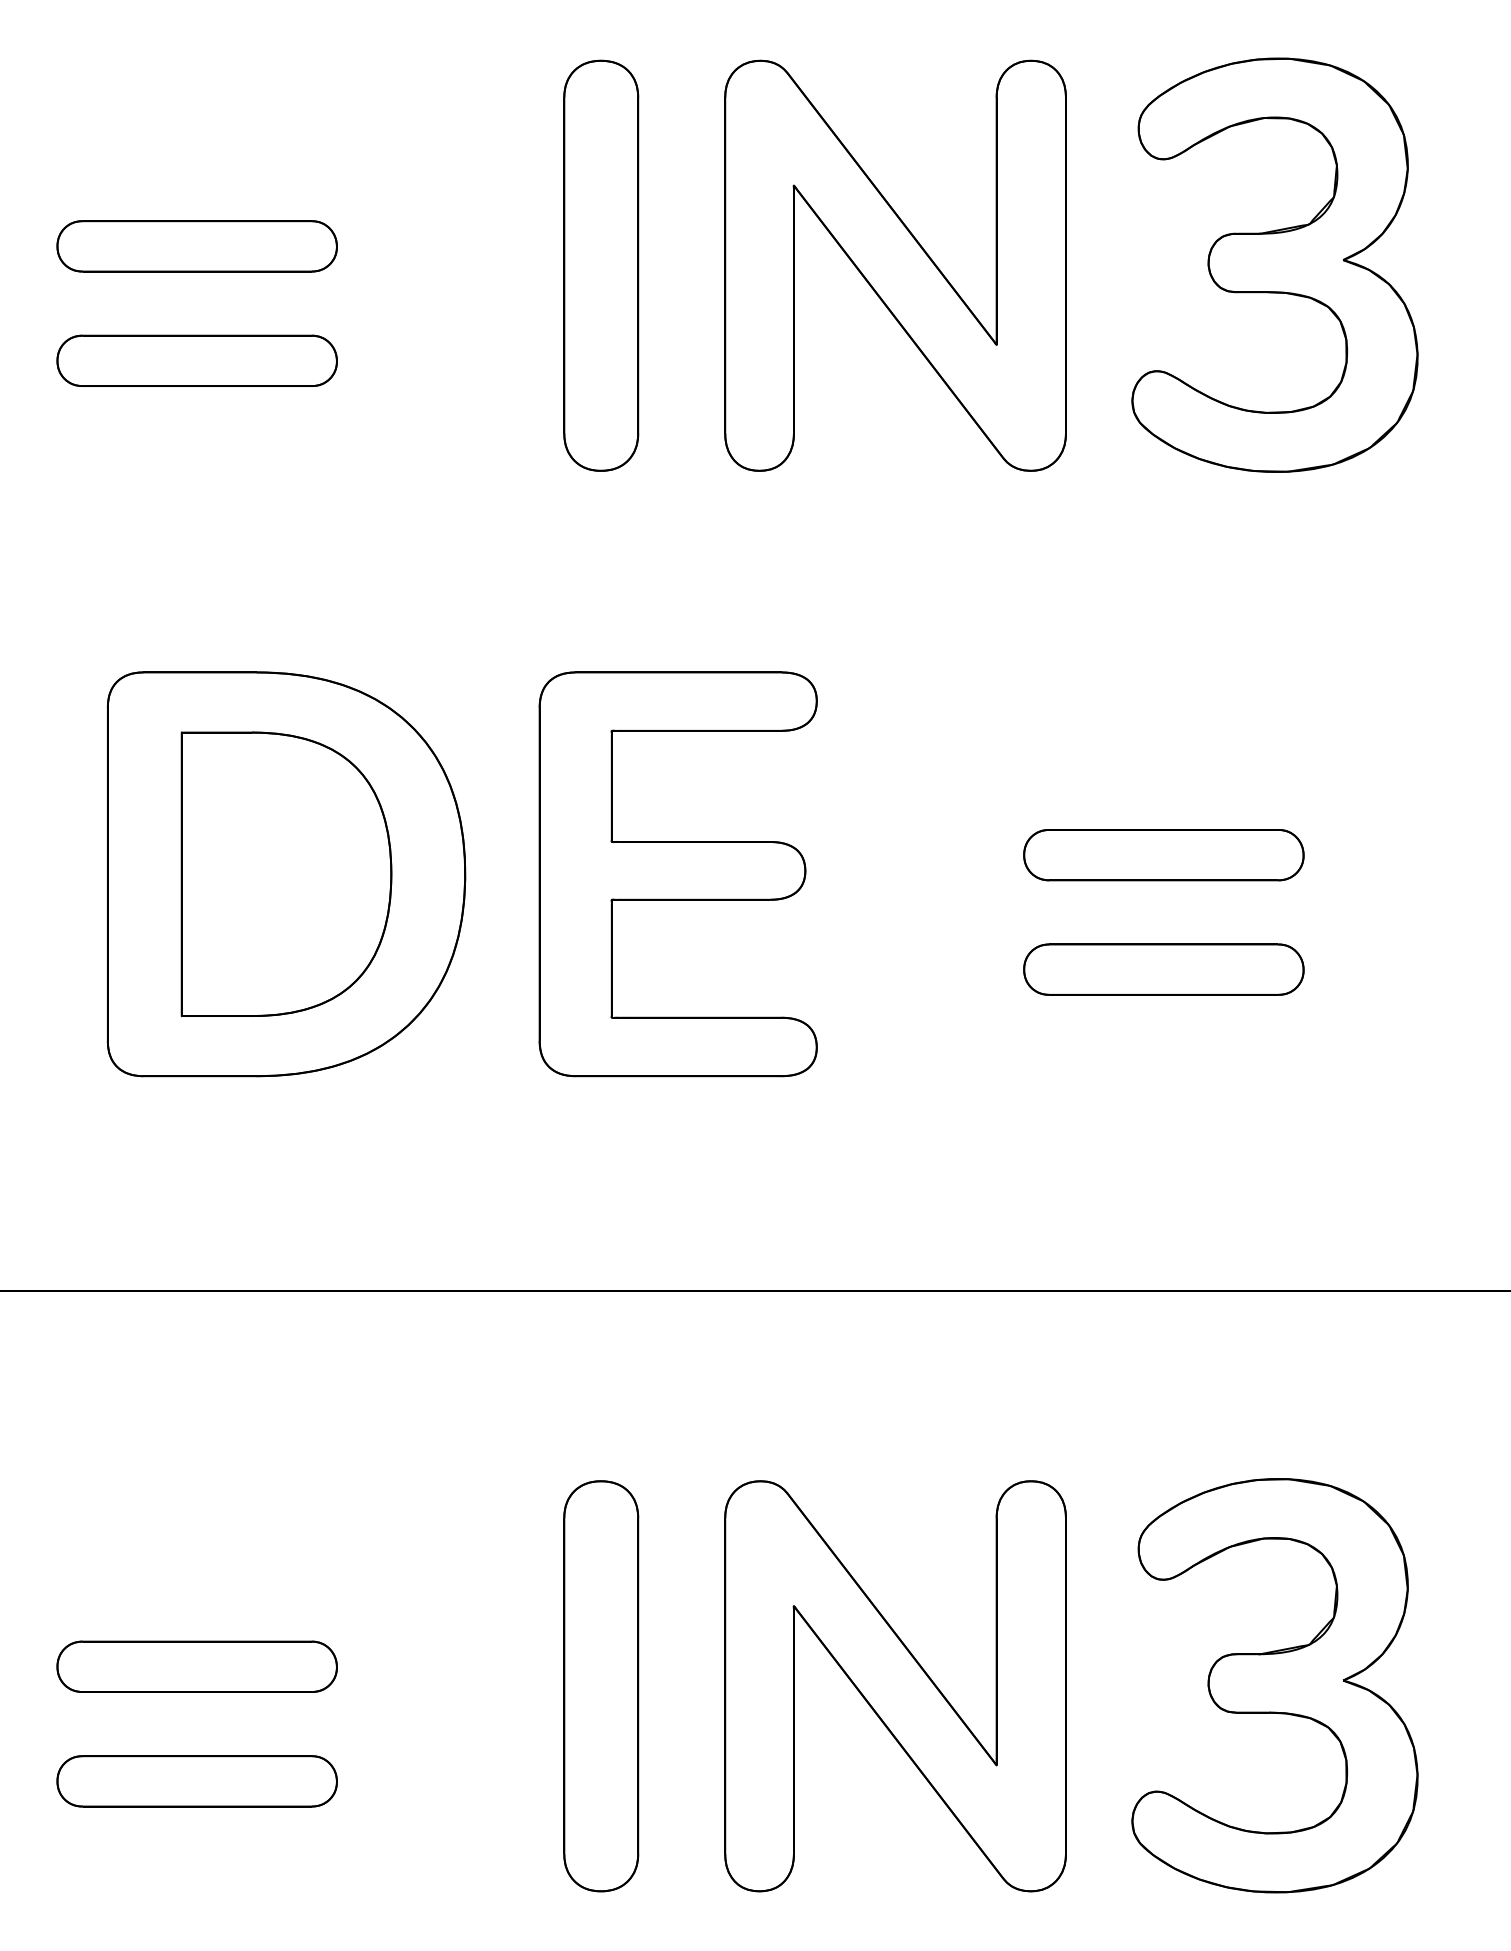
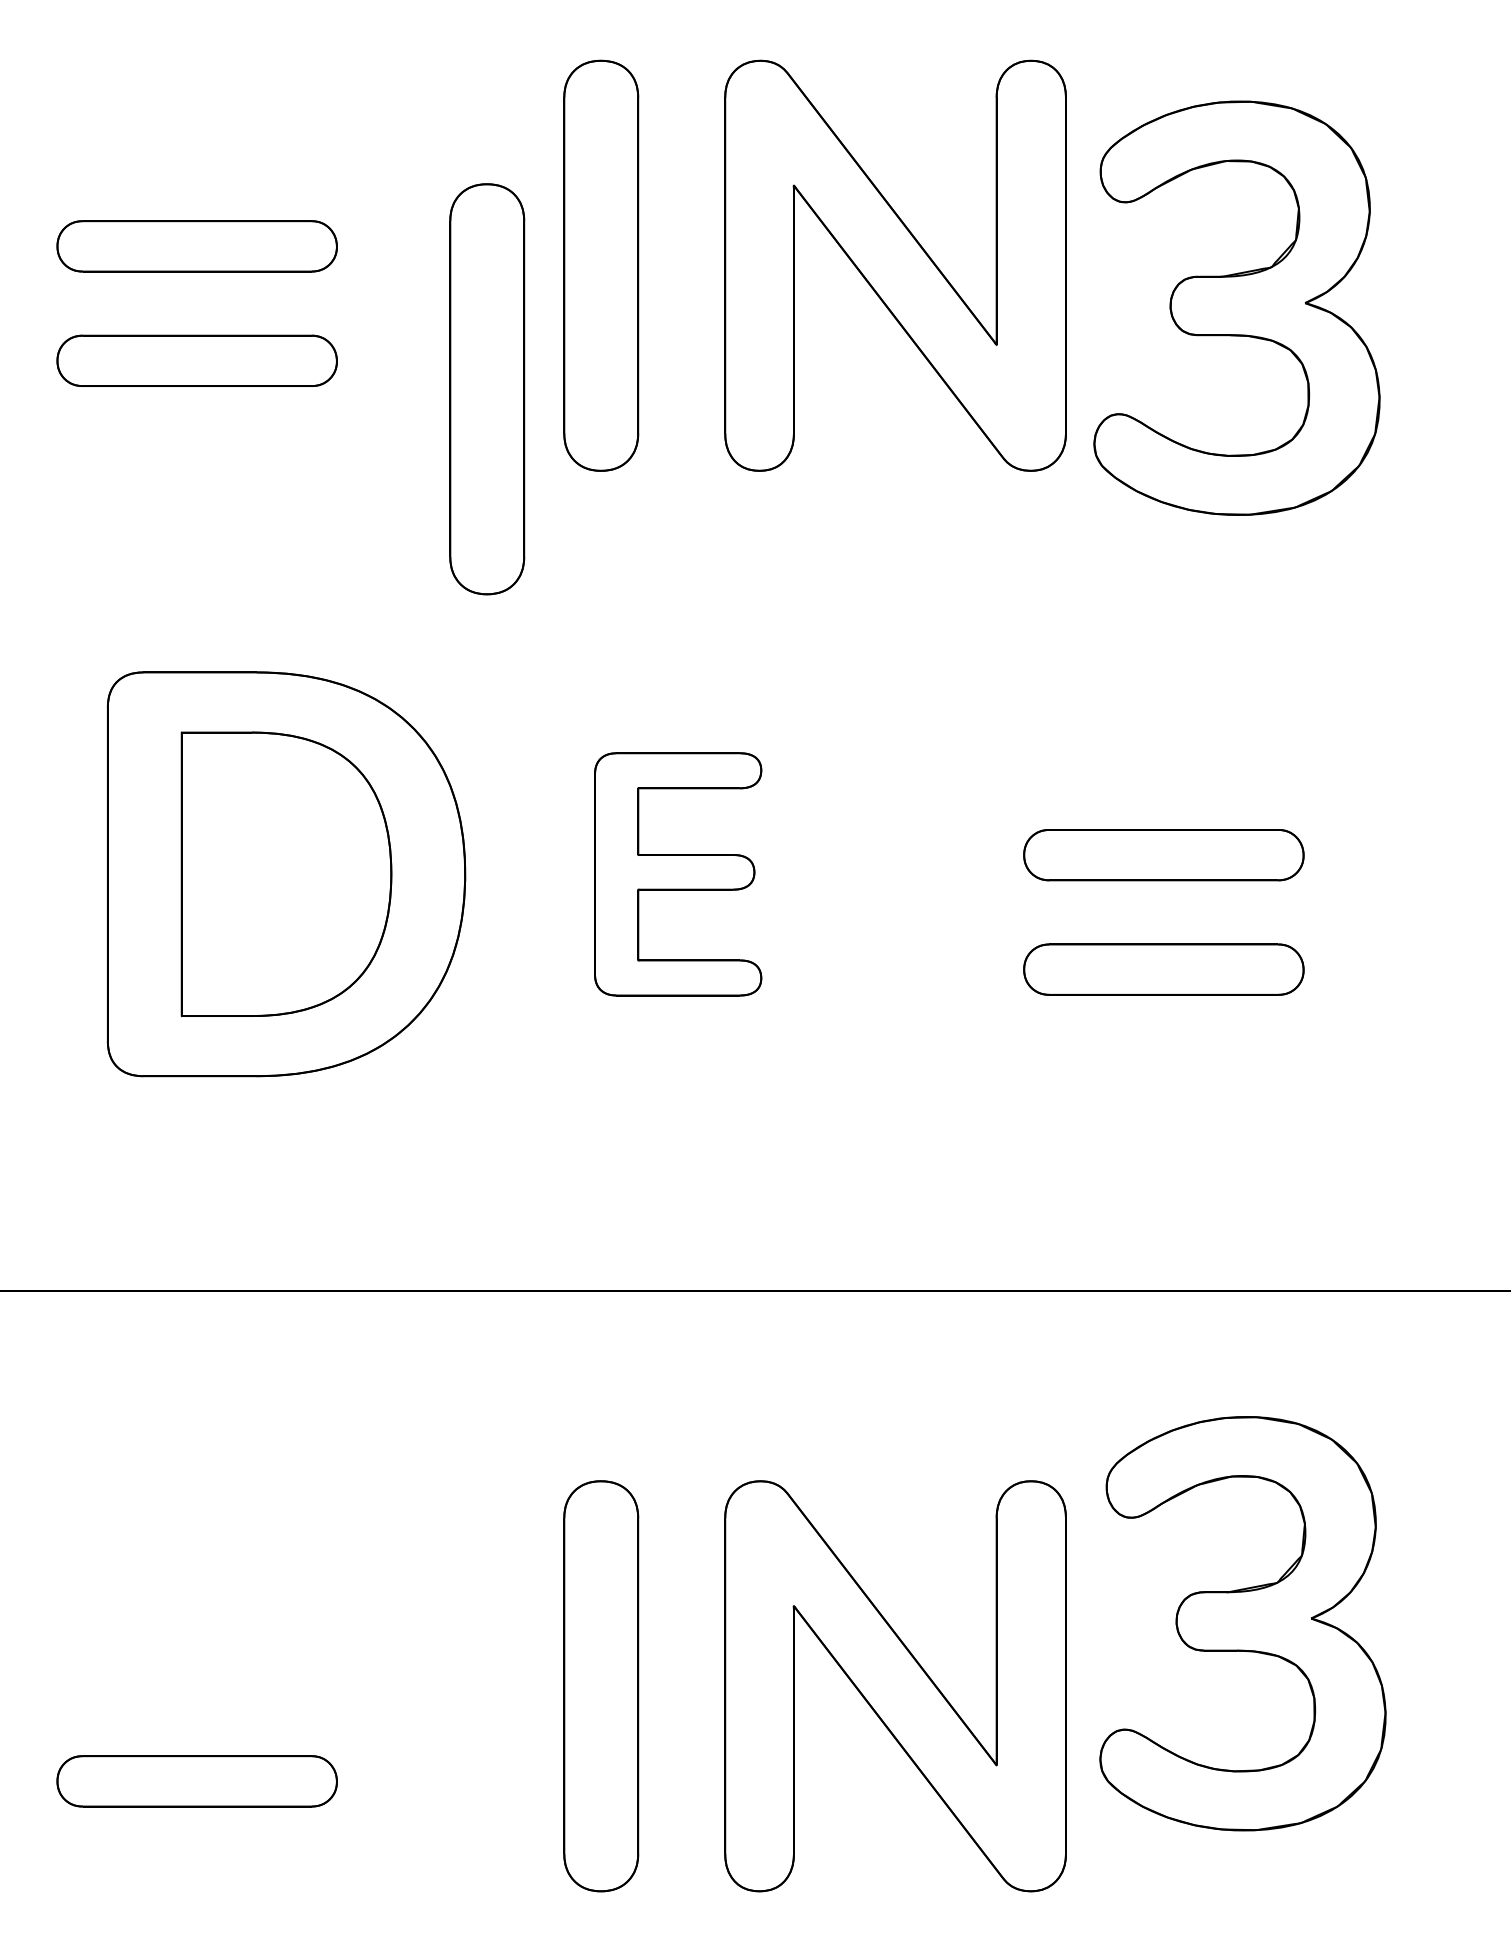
part at (1274, 264) position: (1274, 264) -> (1236, 307)
part at (487, 389): none -> present
part at (677, 874) size: 280x407 px -> 169x245 px
part at (196, 1666): present -> none
part at (1274, 1685) position: (1274, 1685) -> (1242, 1623)
